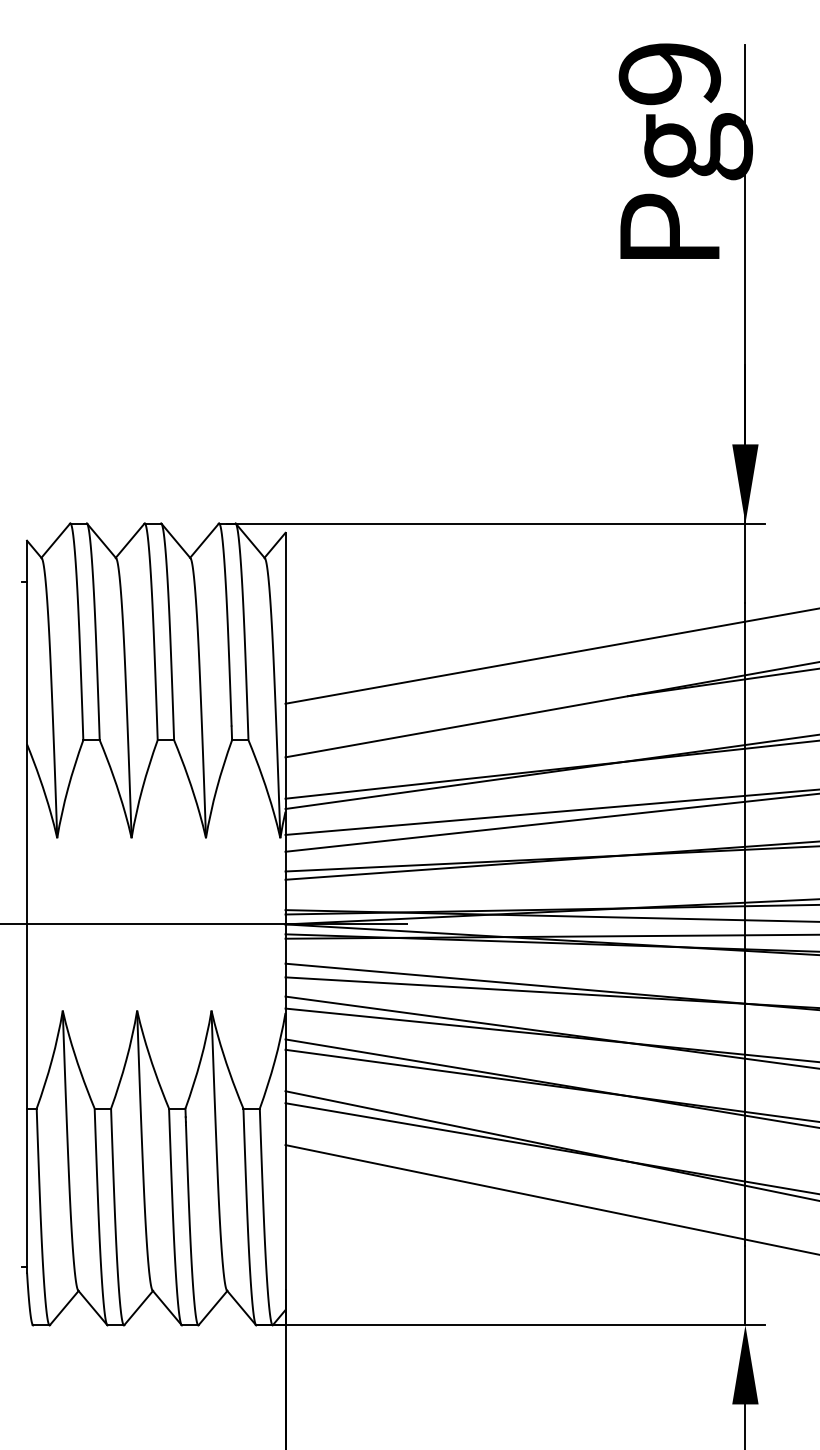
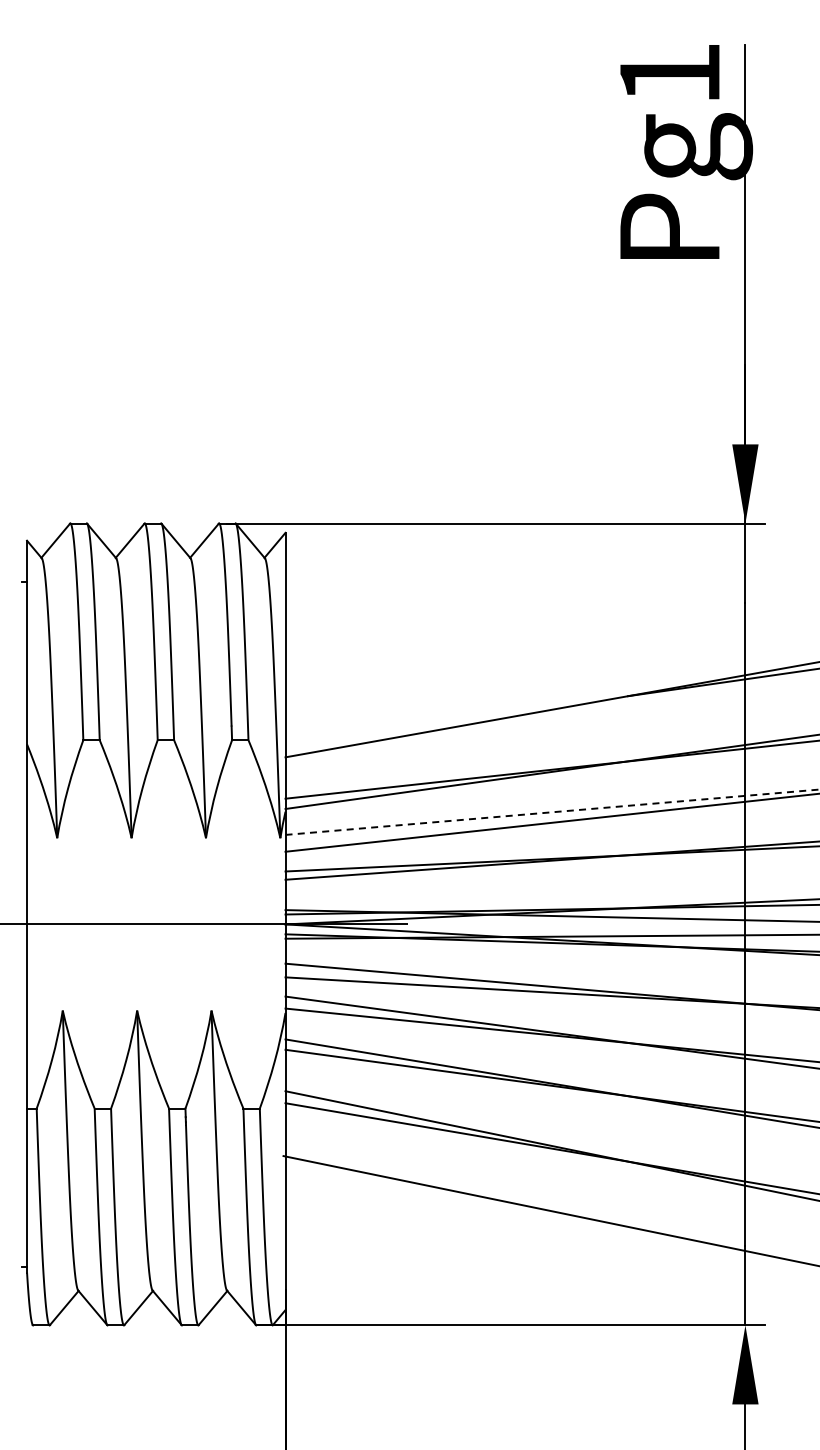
text at (669, 74): Pg9 -> Pg1
line at (550, 656): present -> none
line at (552, 812): solid -> dashed
line at (550, 1199) position: (550, 1199) -> (549, 1210)
